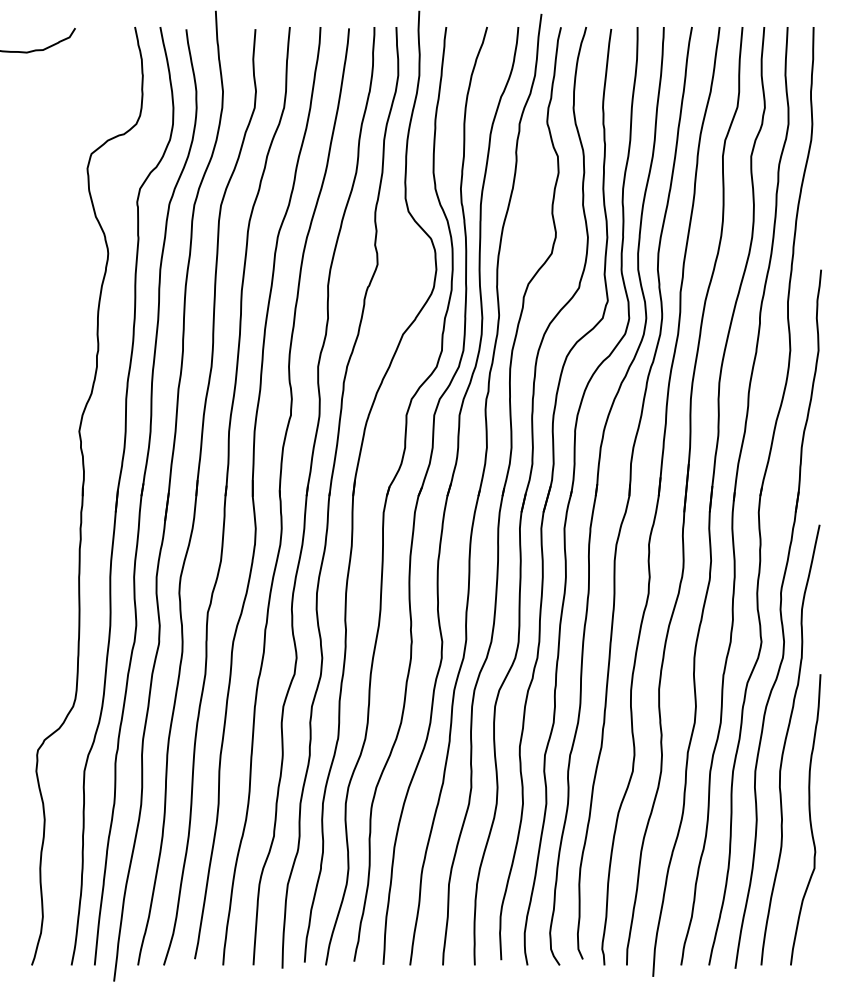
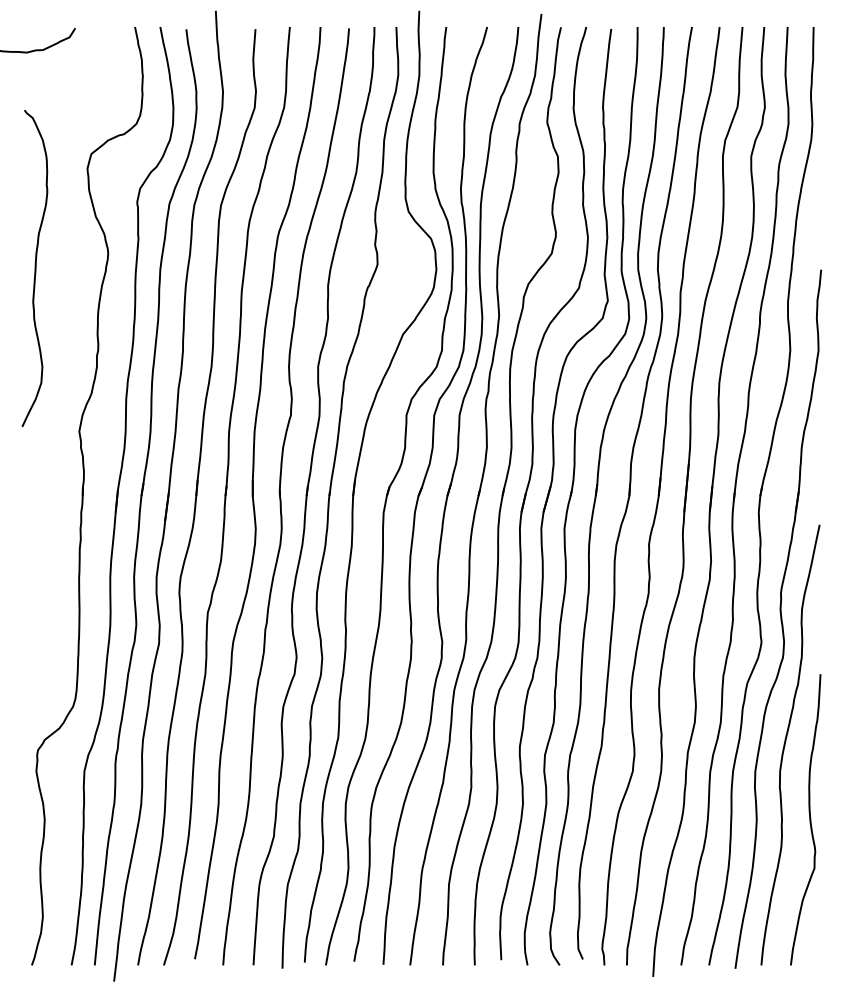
curve at (34, 267): none -> present
